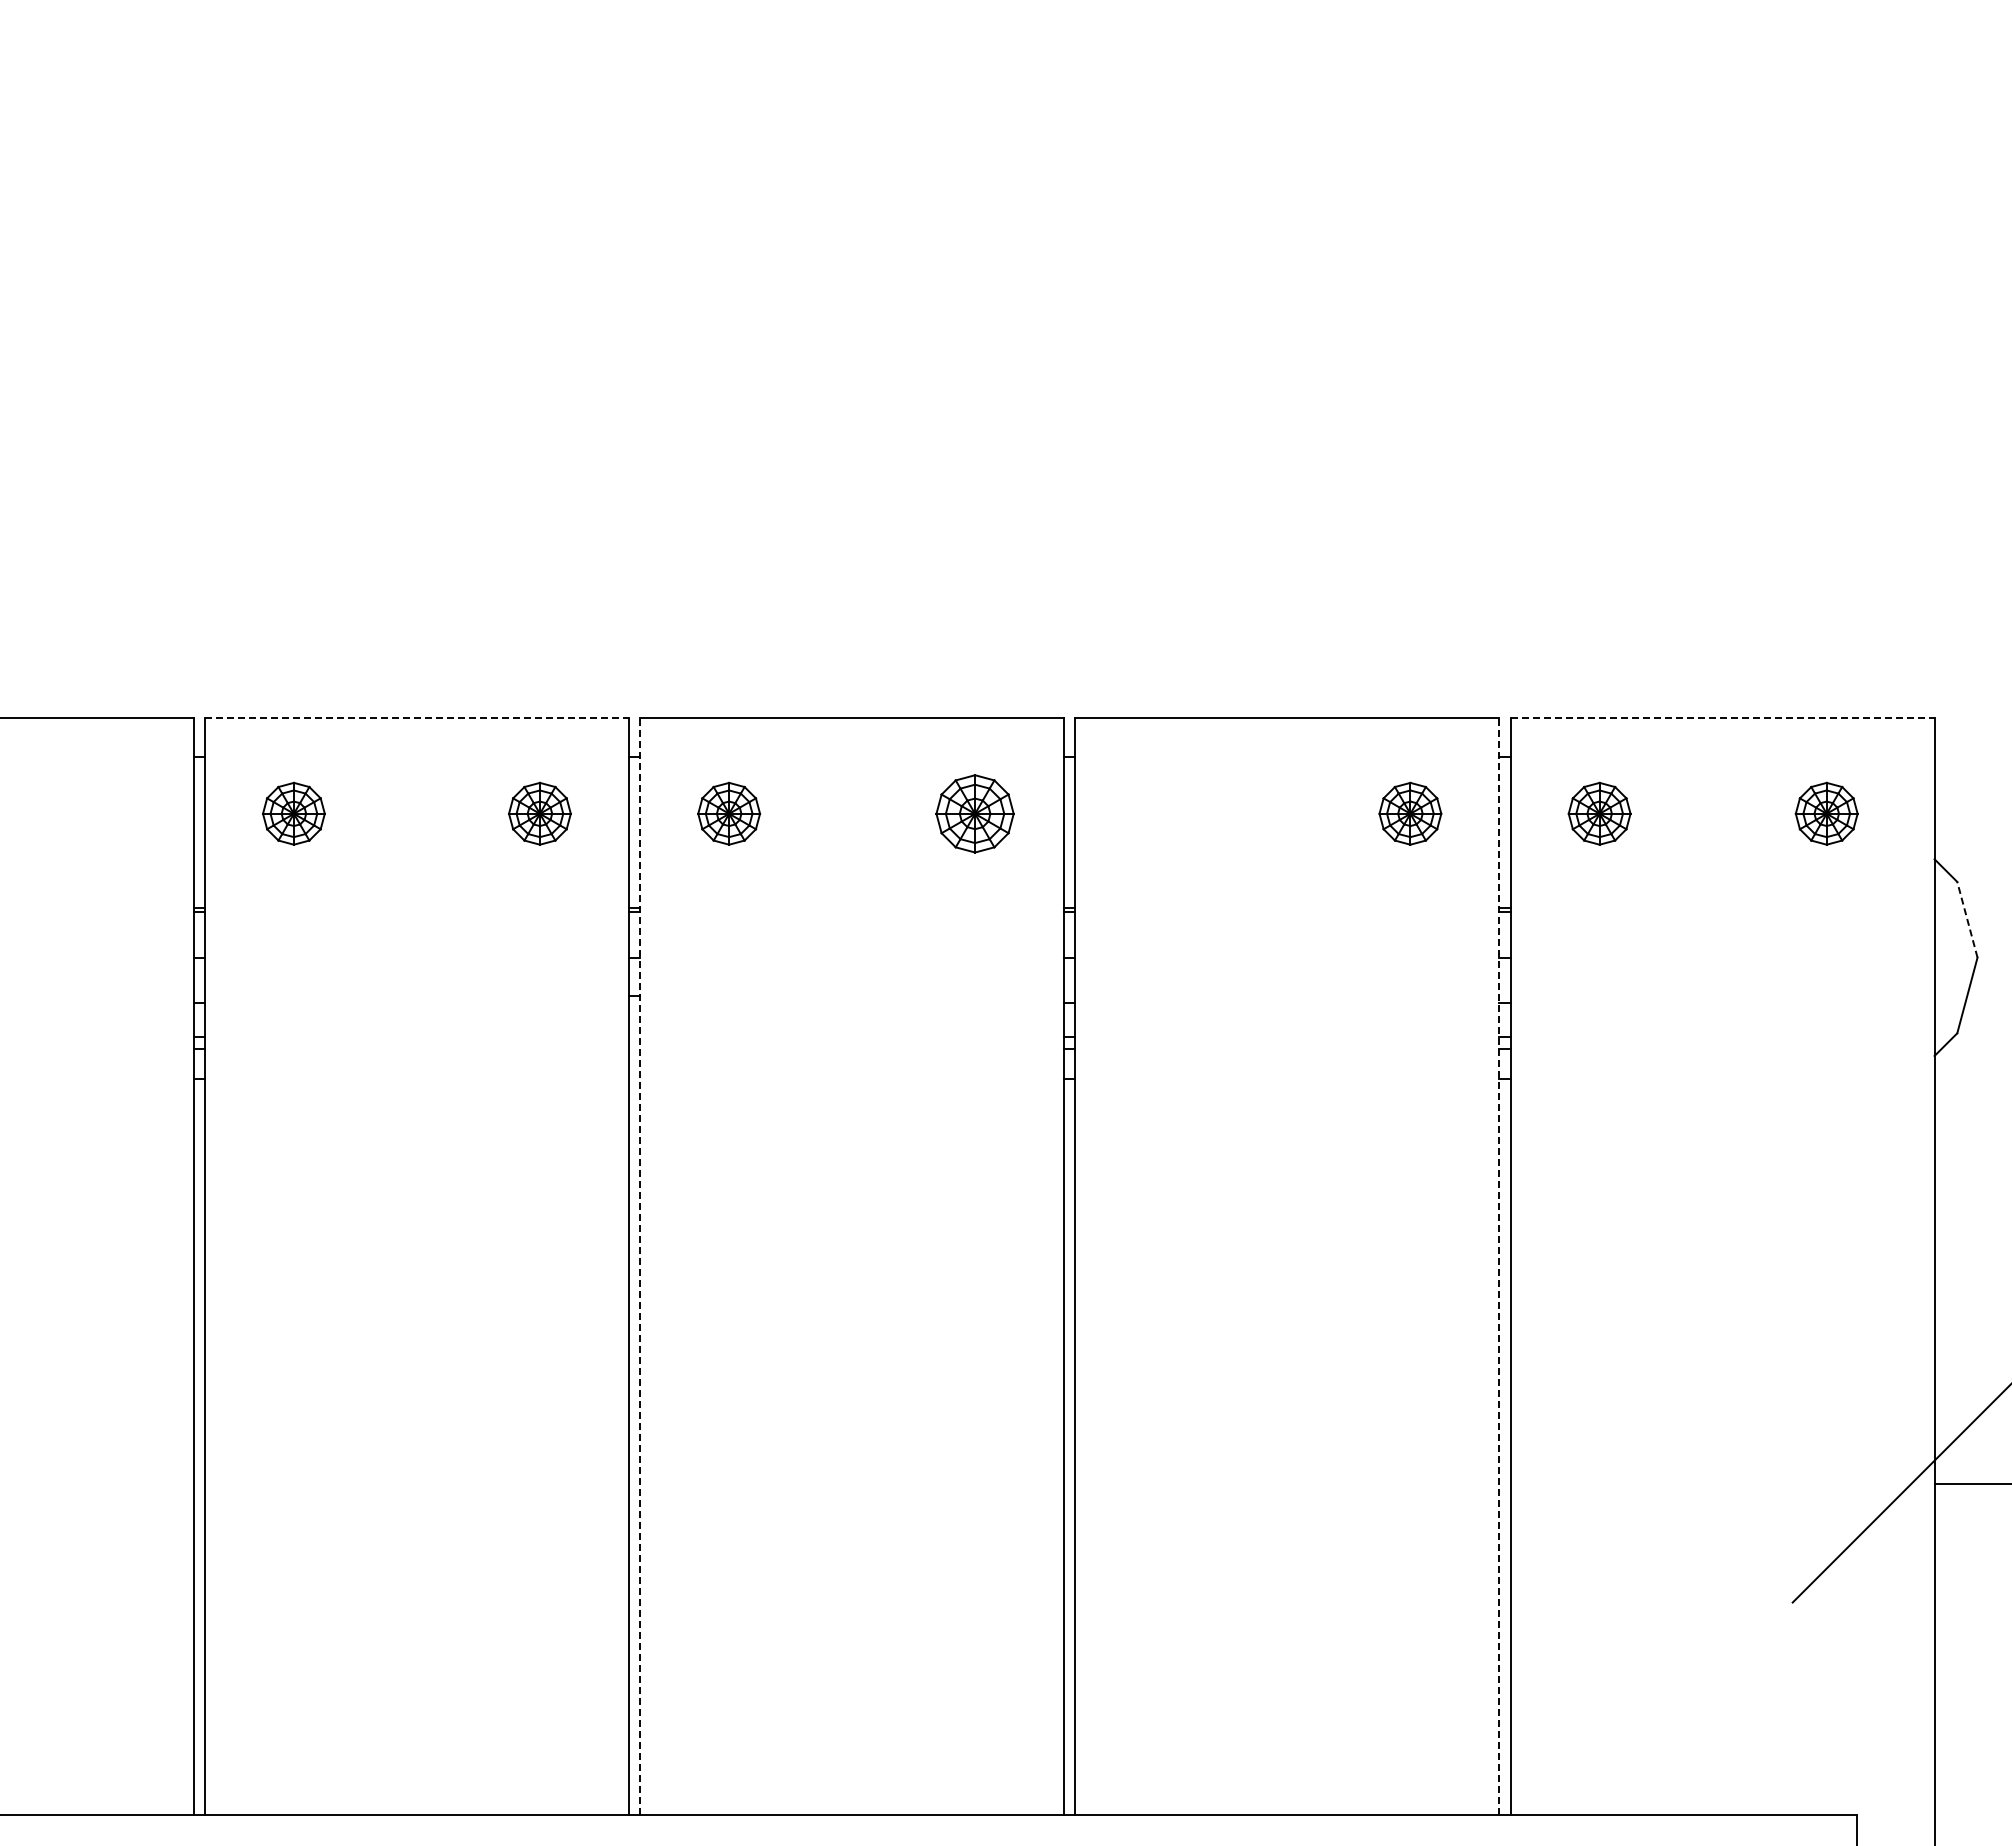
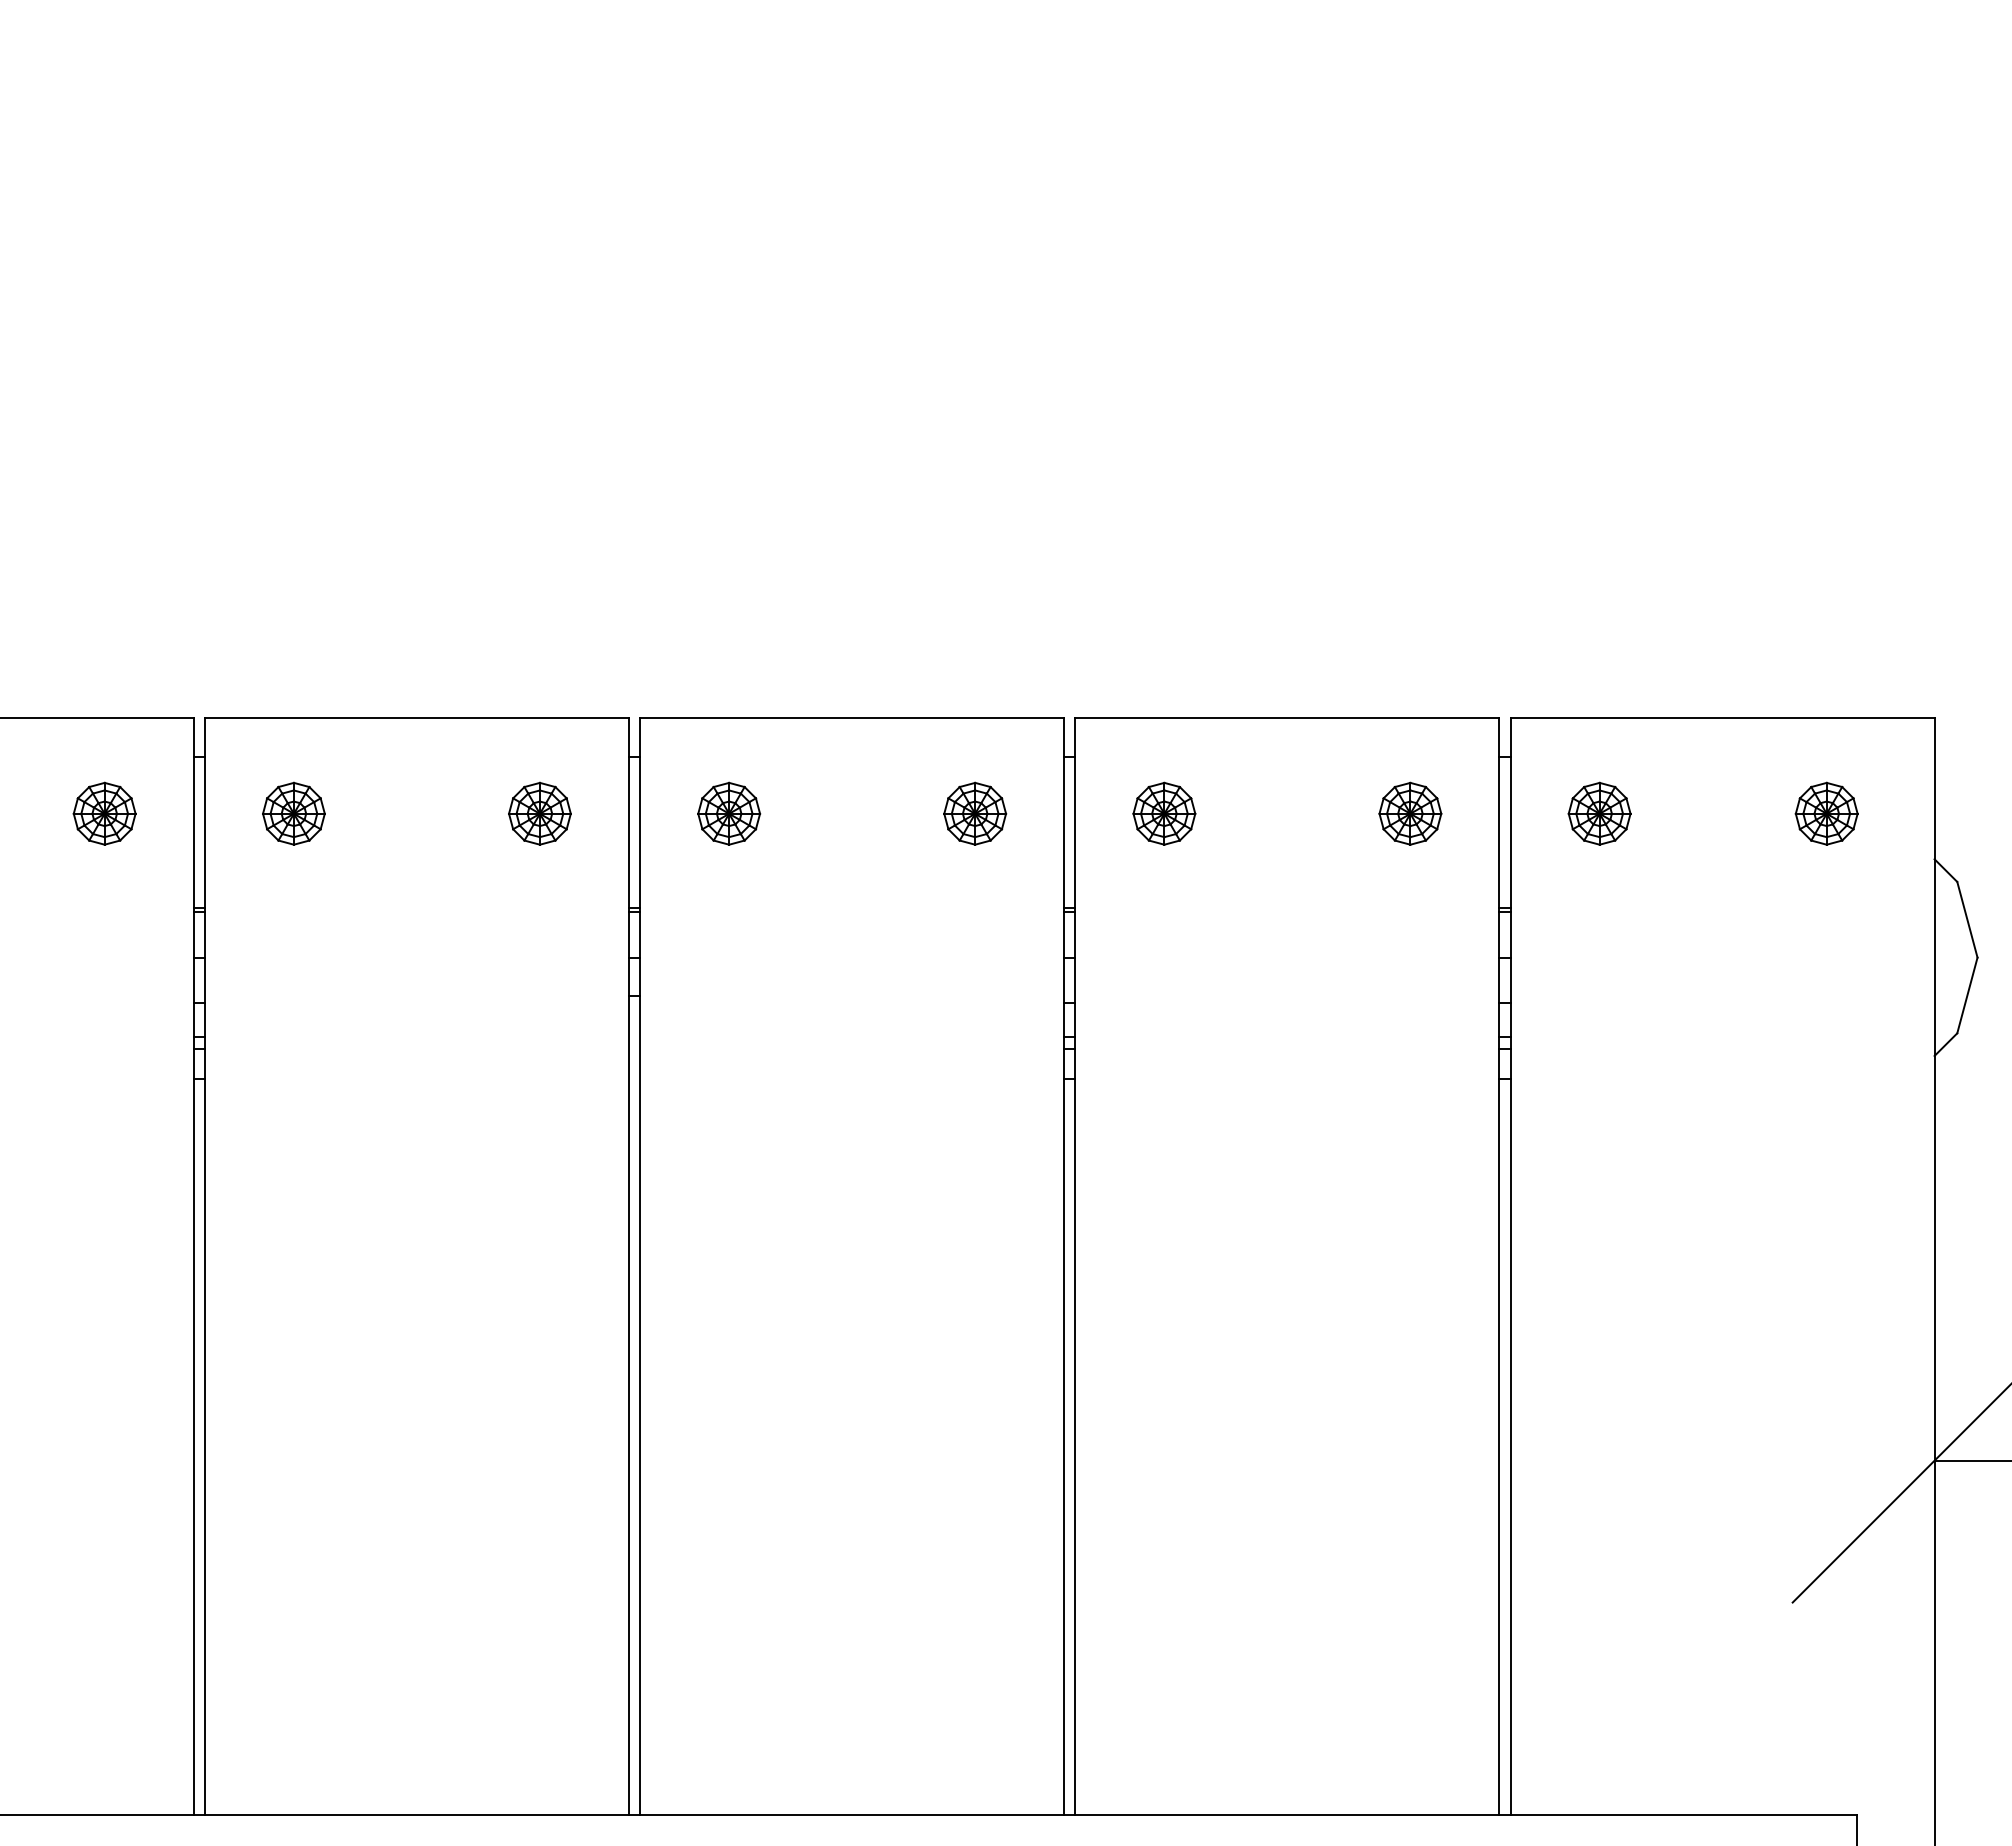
line at (416, 717): dashed -> solid
line at (1722, 717): dashed -> solid
part at (104, 813): none -> present
part at (974, 813) size: 80x80 px -> 65x65 px
part at (1164, 813): none -> present
line at (1967, 919): dashed -> solid
line at (640, 1266): dashed -> solid
line at (1499, 1266): dashed -> solid
line at (1971, 1483) position: (1971, 1483) -> (1971, 1460)
